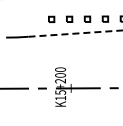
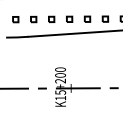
part at (15, 19): none -> present
part at (33, 19): none -> present
line at (76, 33): dashed -> solid
